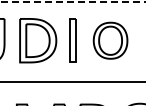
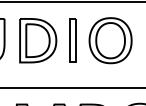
line at (73, 2): dashed -> solid
part at (110, 40) size: 37x39 px -> 45x48 px
line at (72, 81) position: (72, 81) -> (72, 87)
